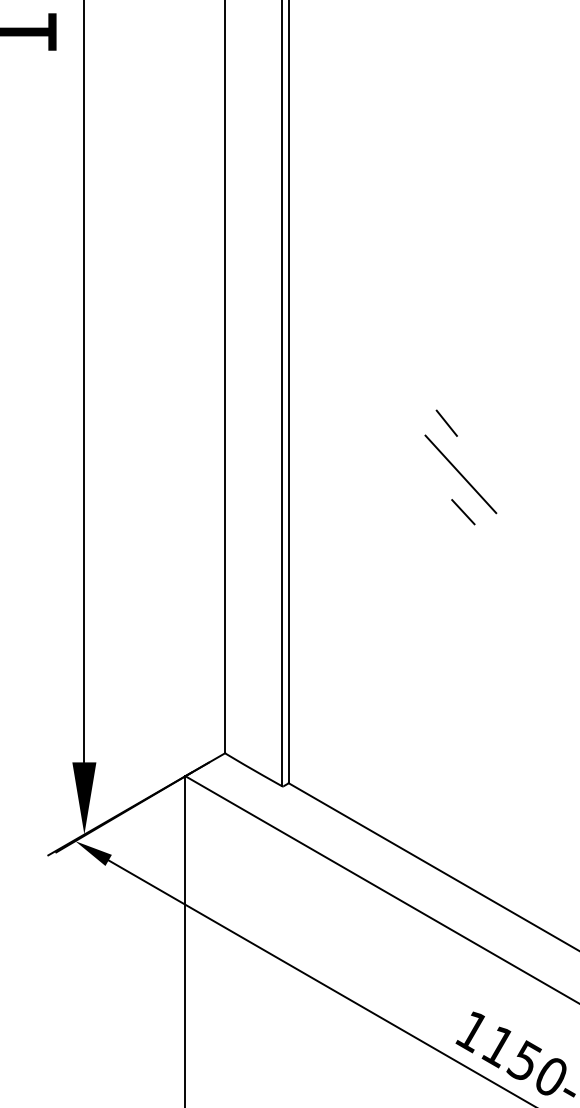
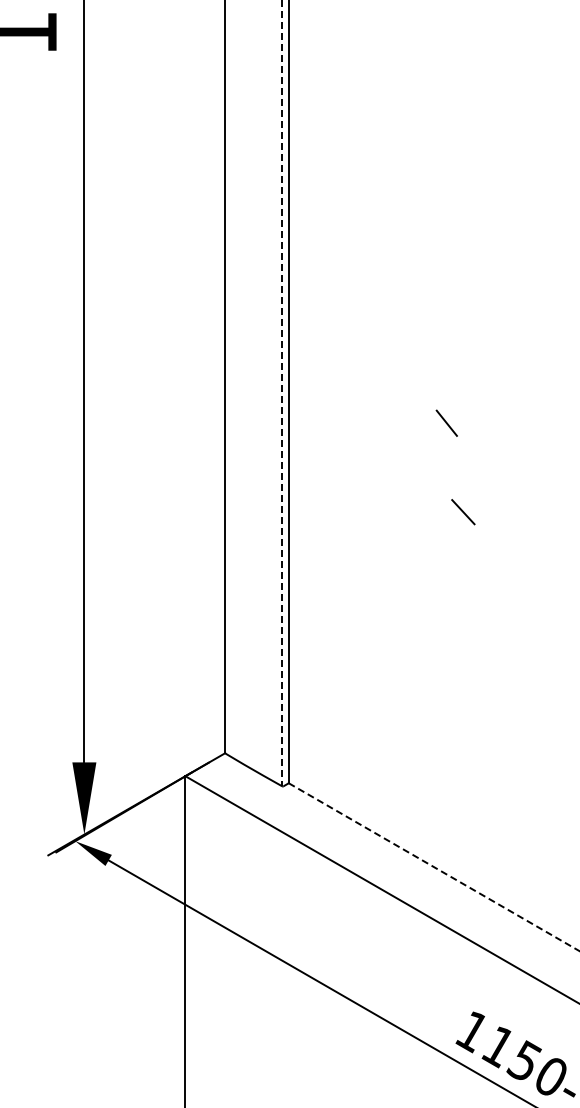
line at (282, 393): solid -> dashed
line at (460, 474): present -> none
line at (433, 867): solid -> dashed
